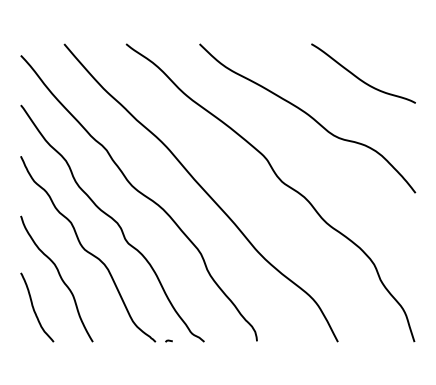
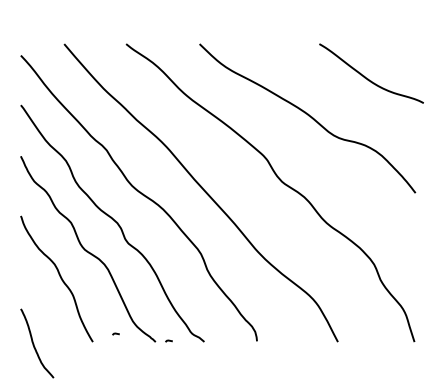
curve at (360, 78) position: (360, 78) -> (368, 78)
curve at (34, 307) position: (34, 307) -> (34, 343)
line at (115, 333): none -> present
